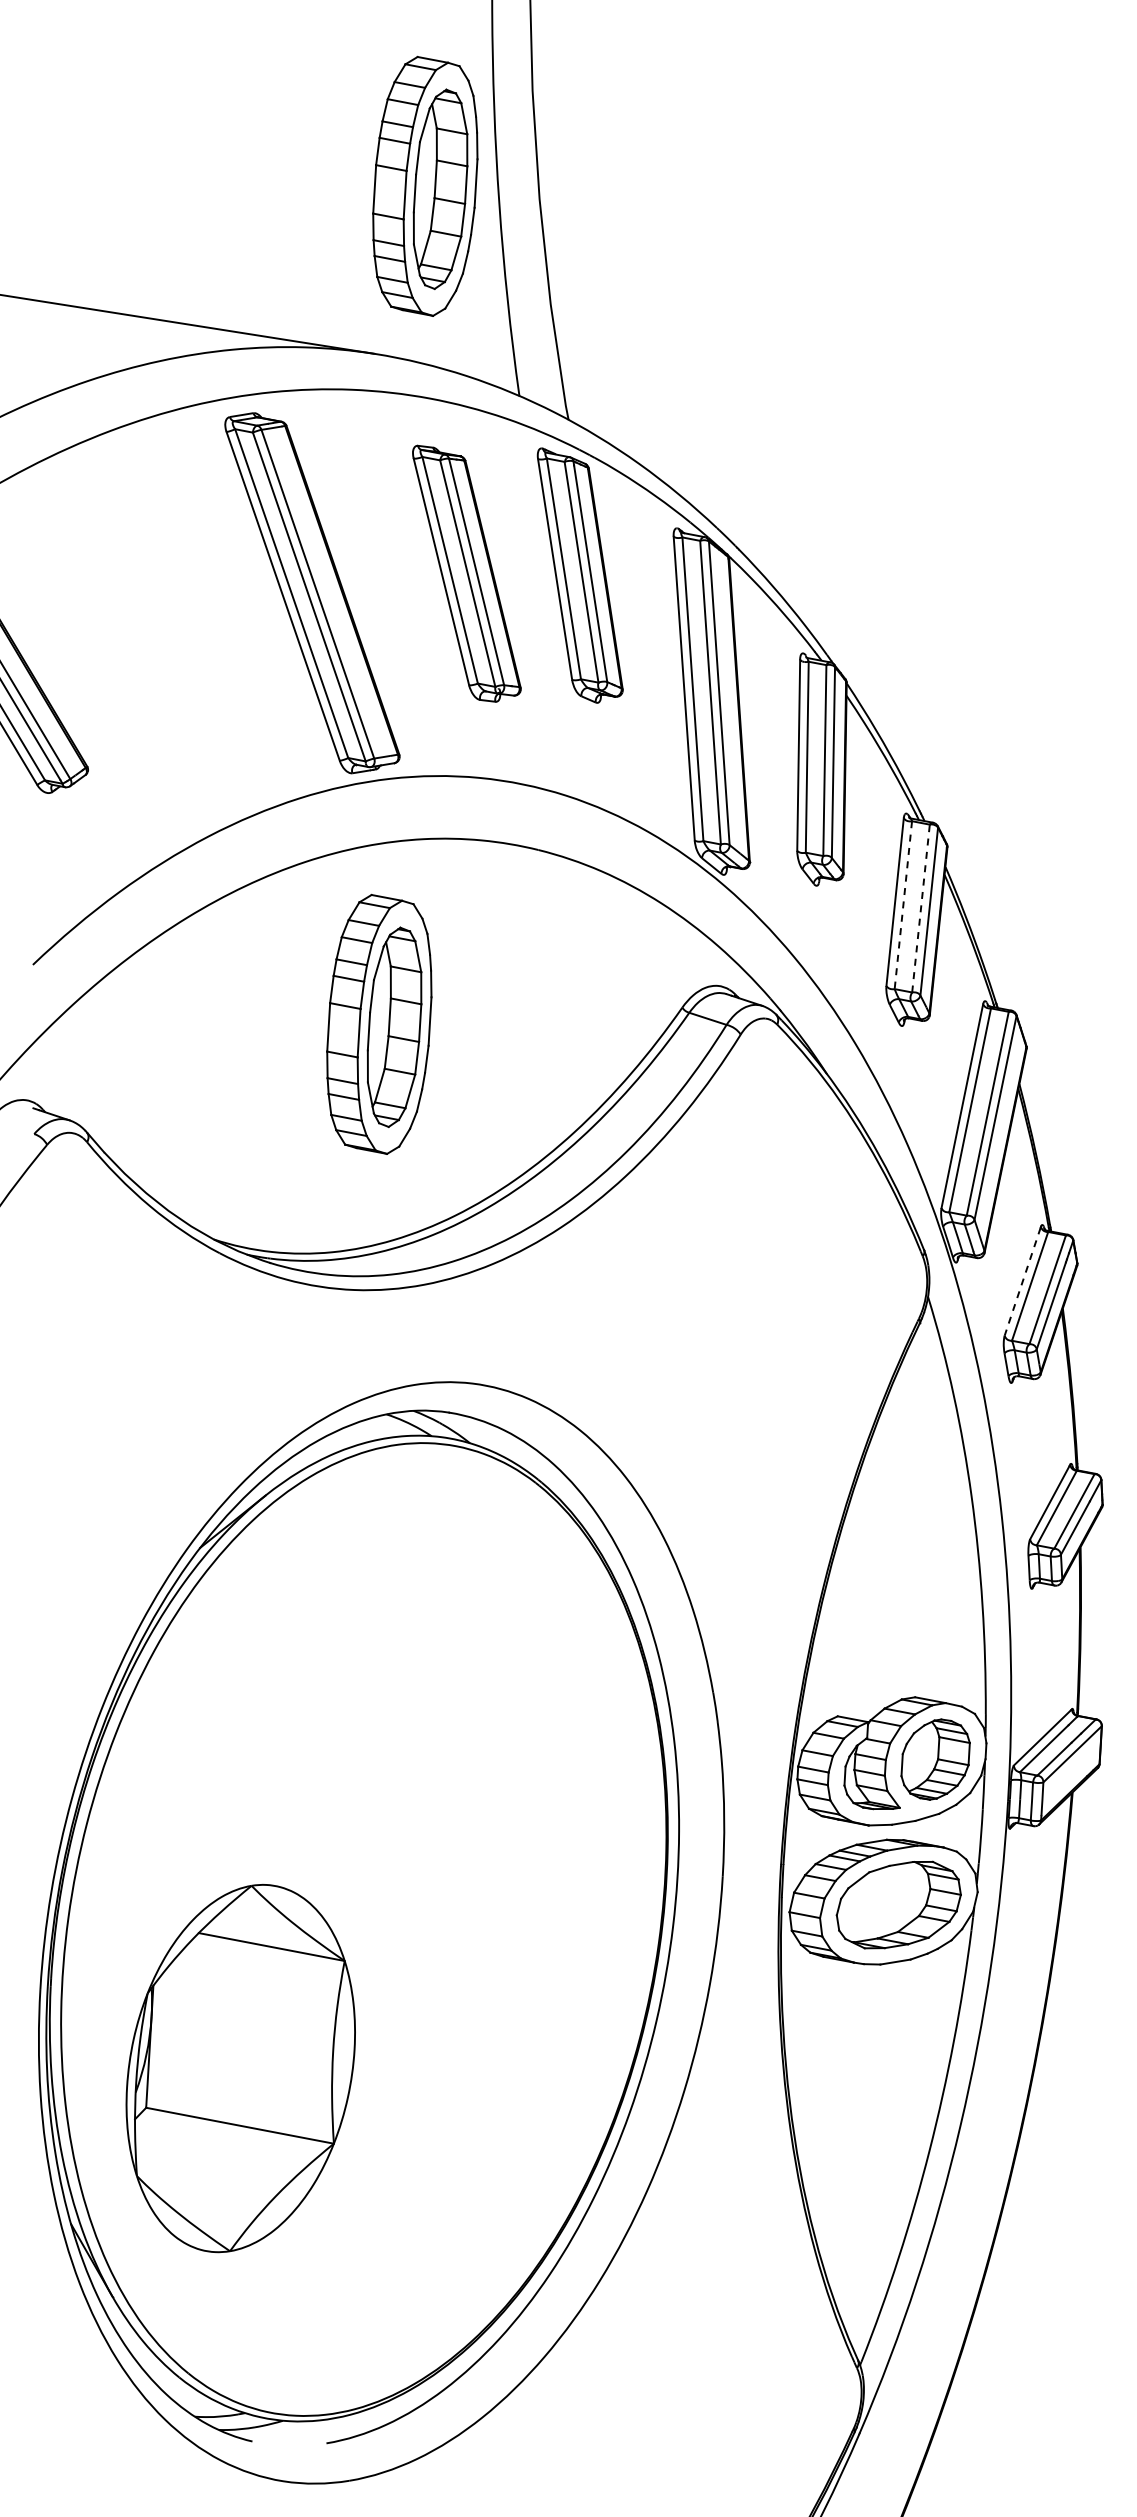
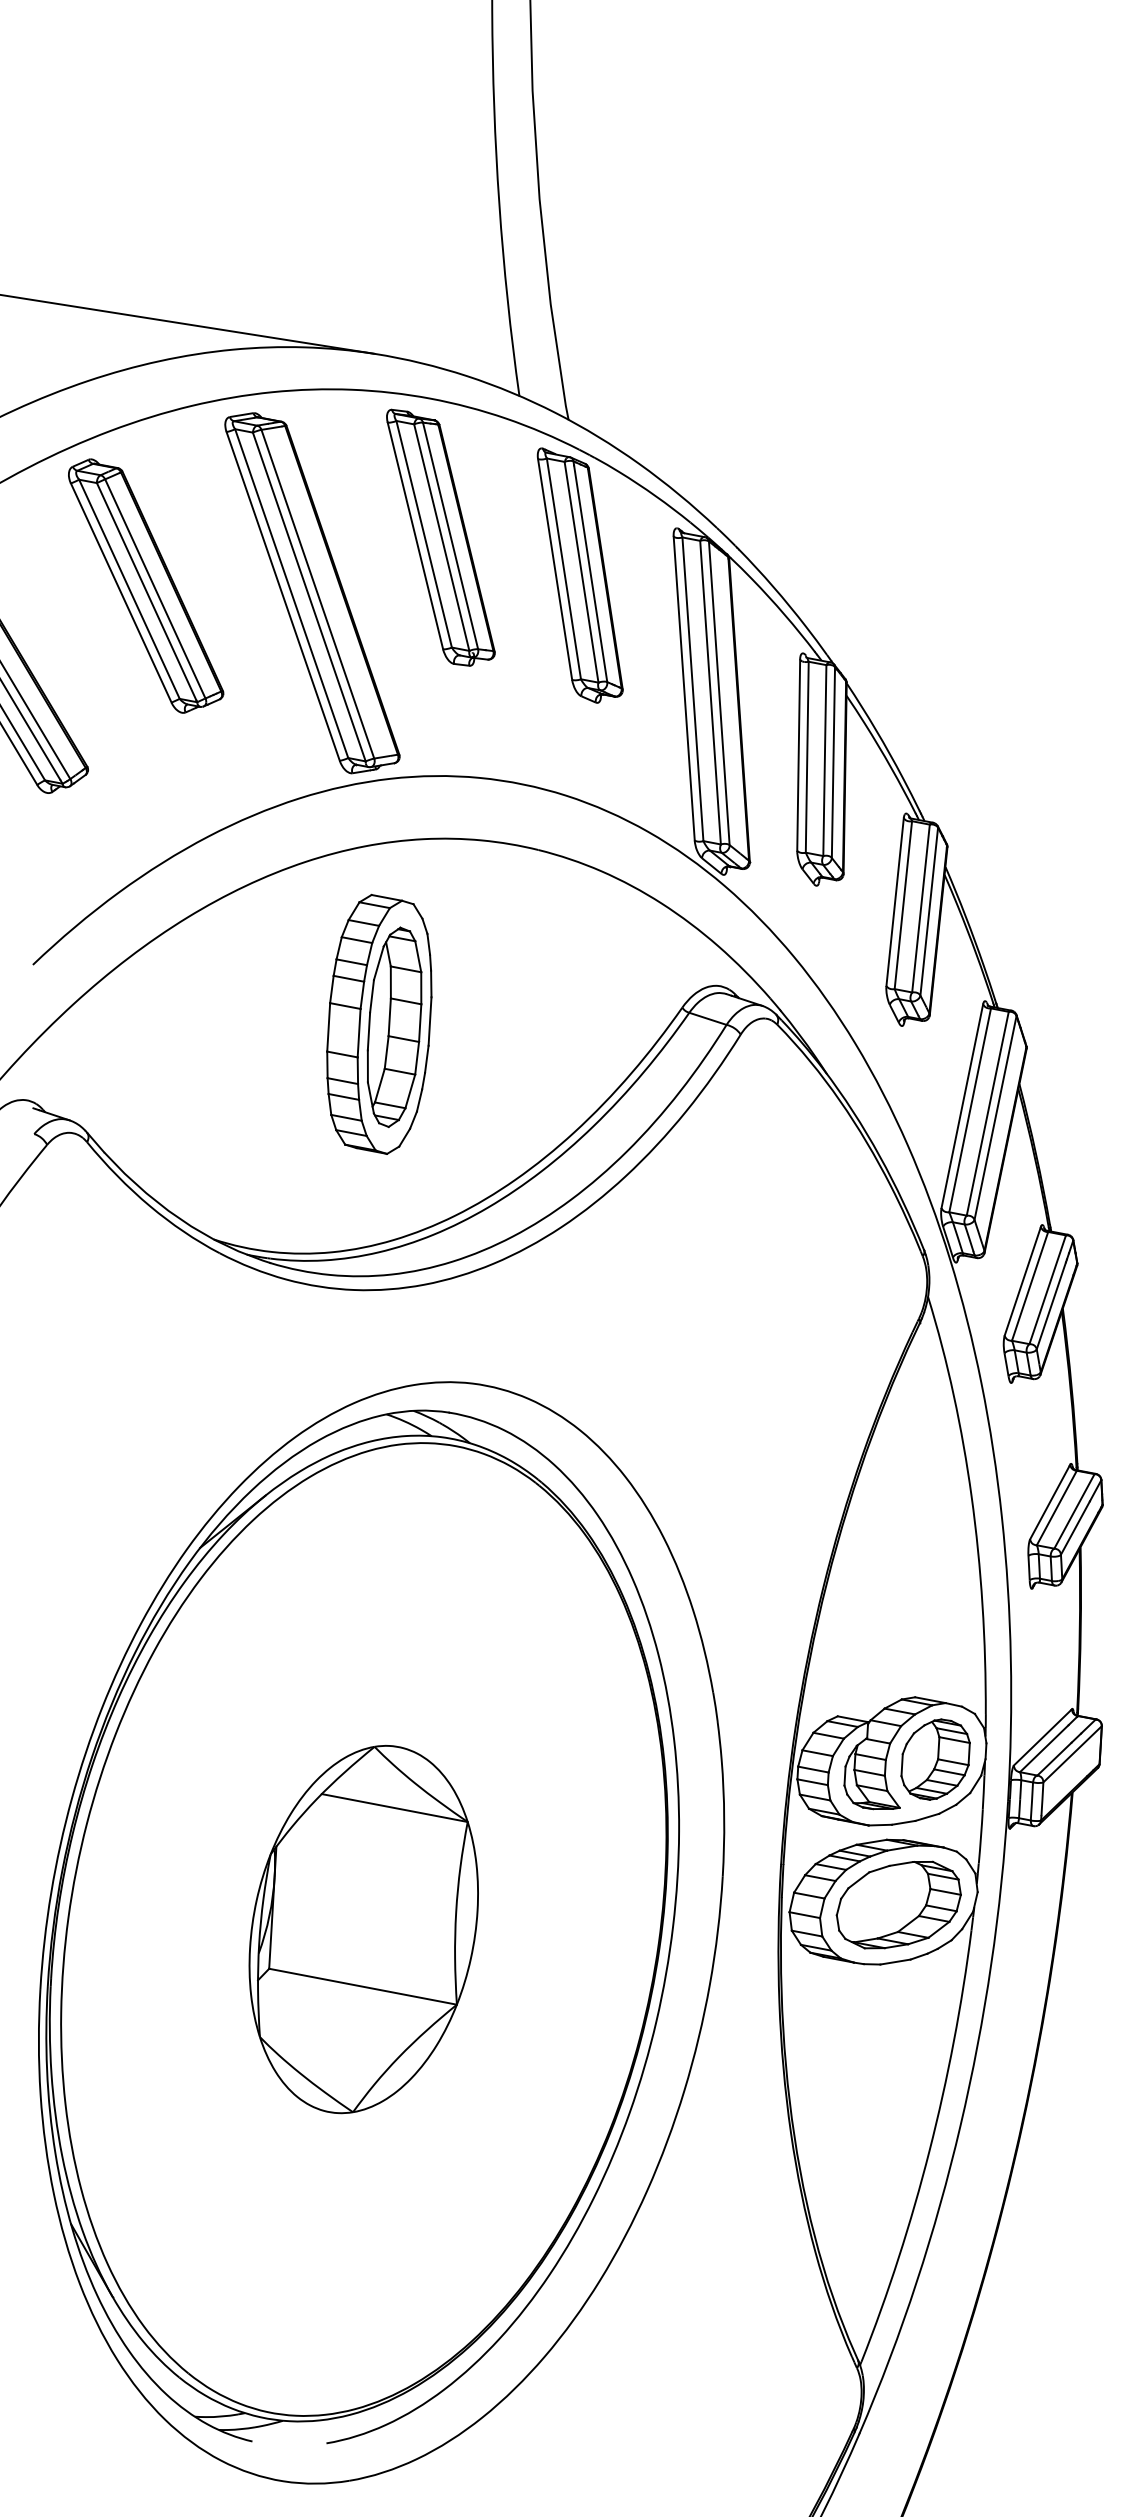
part at (425, 185): present -> none
part at (466, 573) position: (466, 573) -> (440, 537)
part at (146, 585): none -> present
line at (903, 905): dashed -> solid
line at (921, 908): dashed -> solid
line at (1022, 1281): dashed -> solid
part at (240, 2068) position: (240, 2068) -> (363, 1929)
